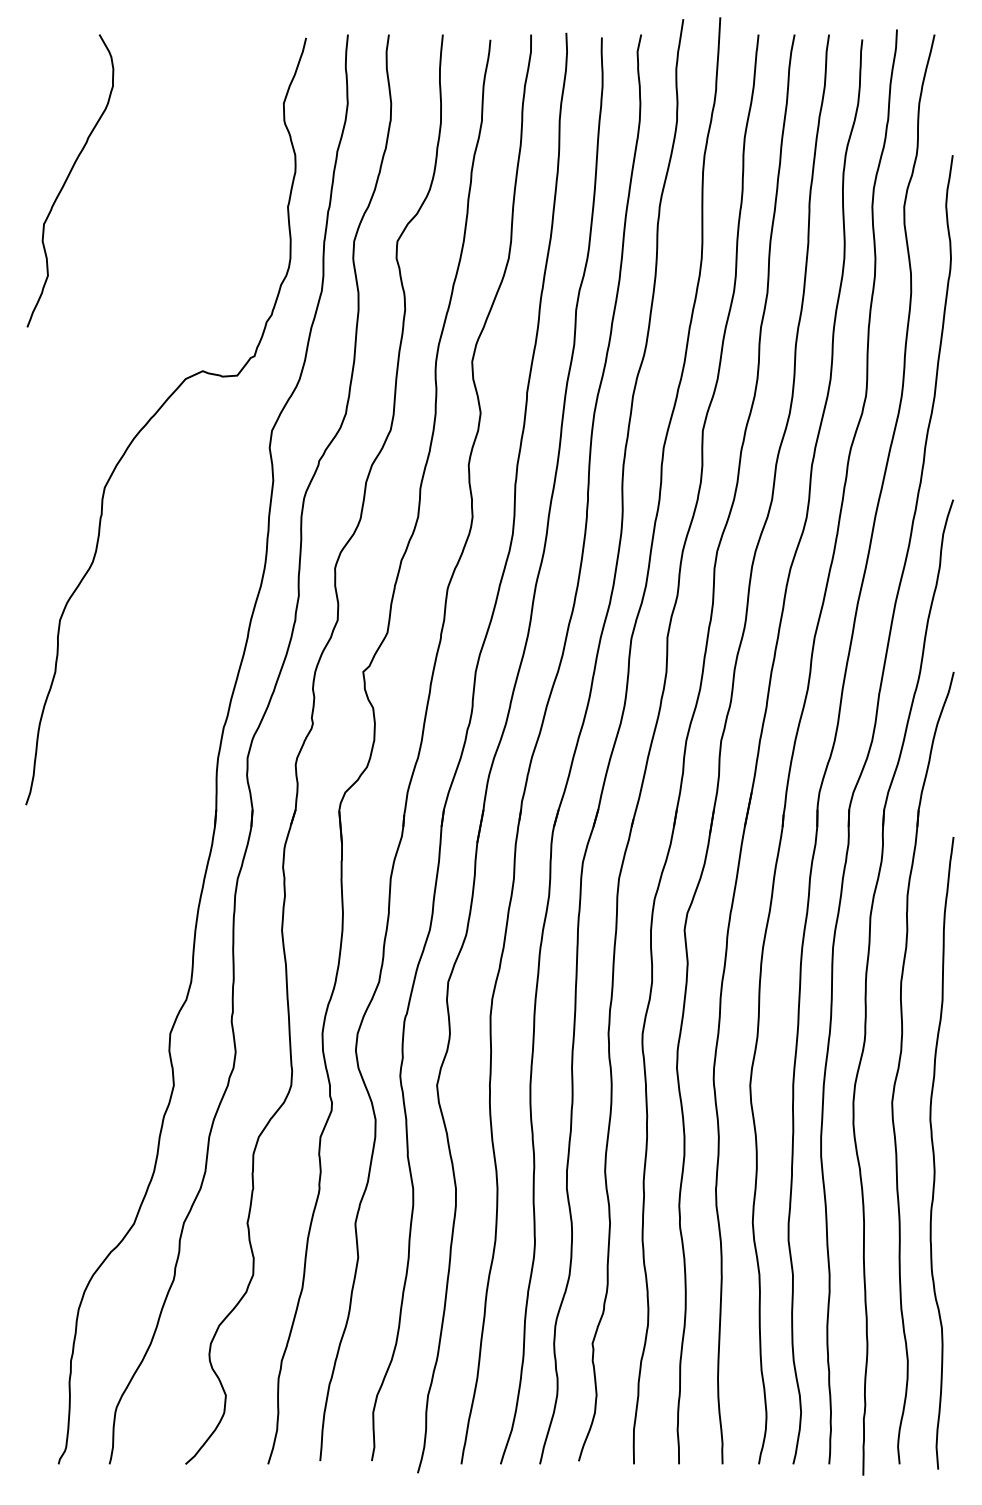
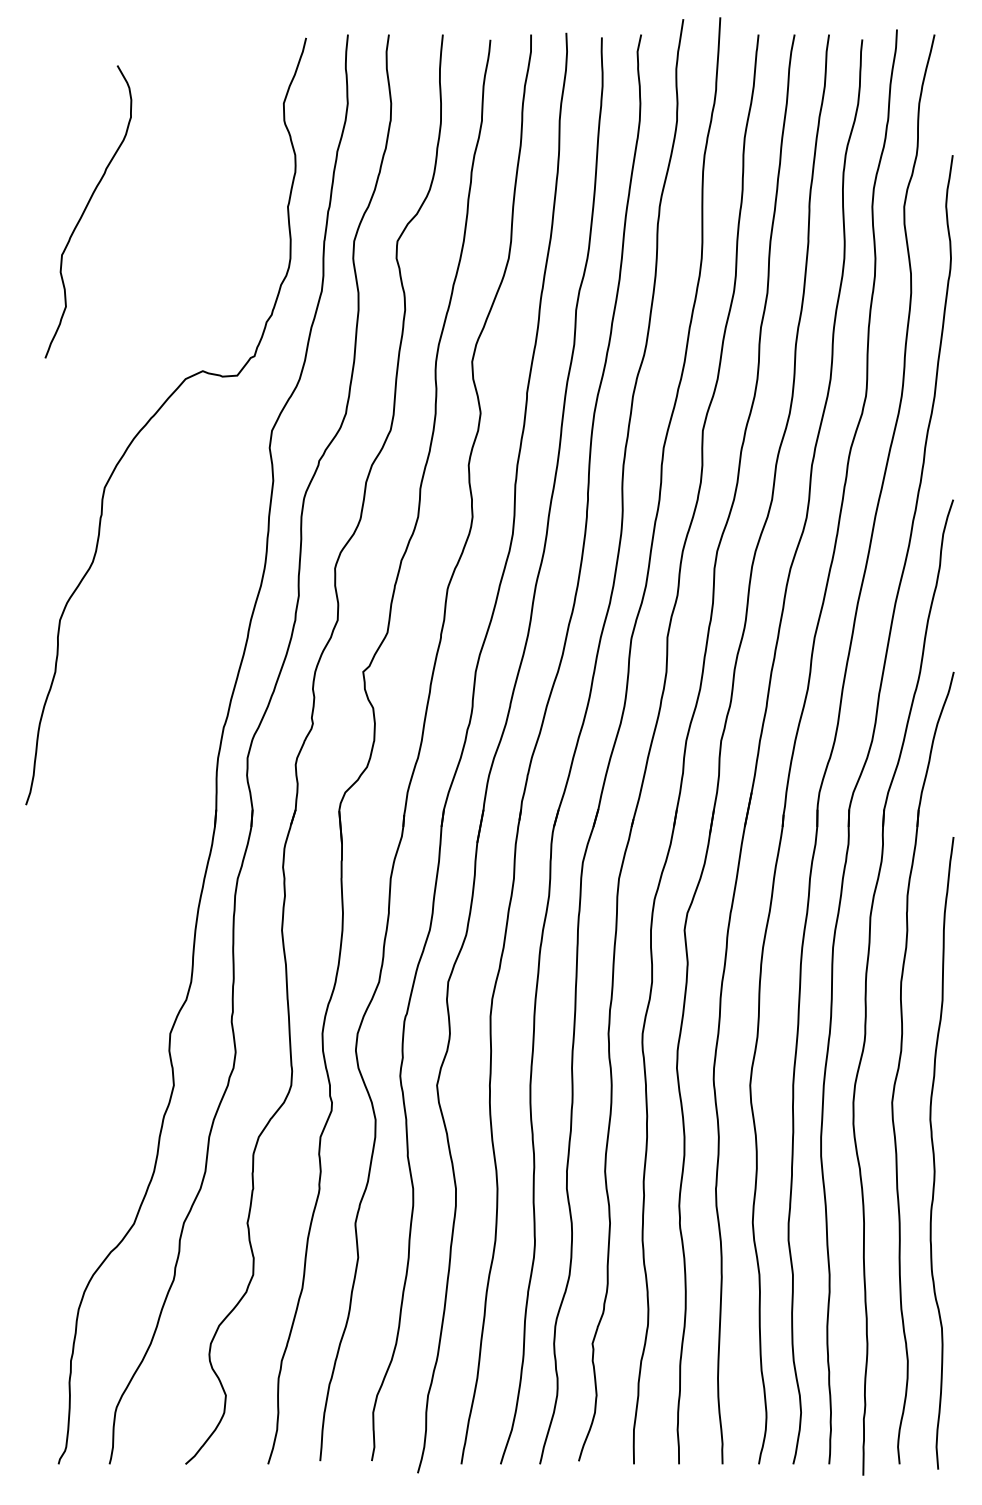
curve at (68, 178) position: (68, 178) -> (86, 209)
